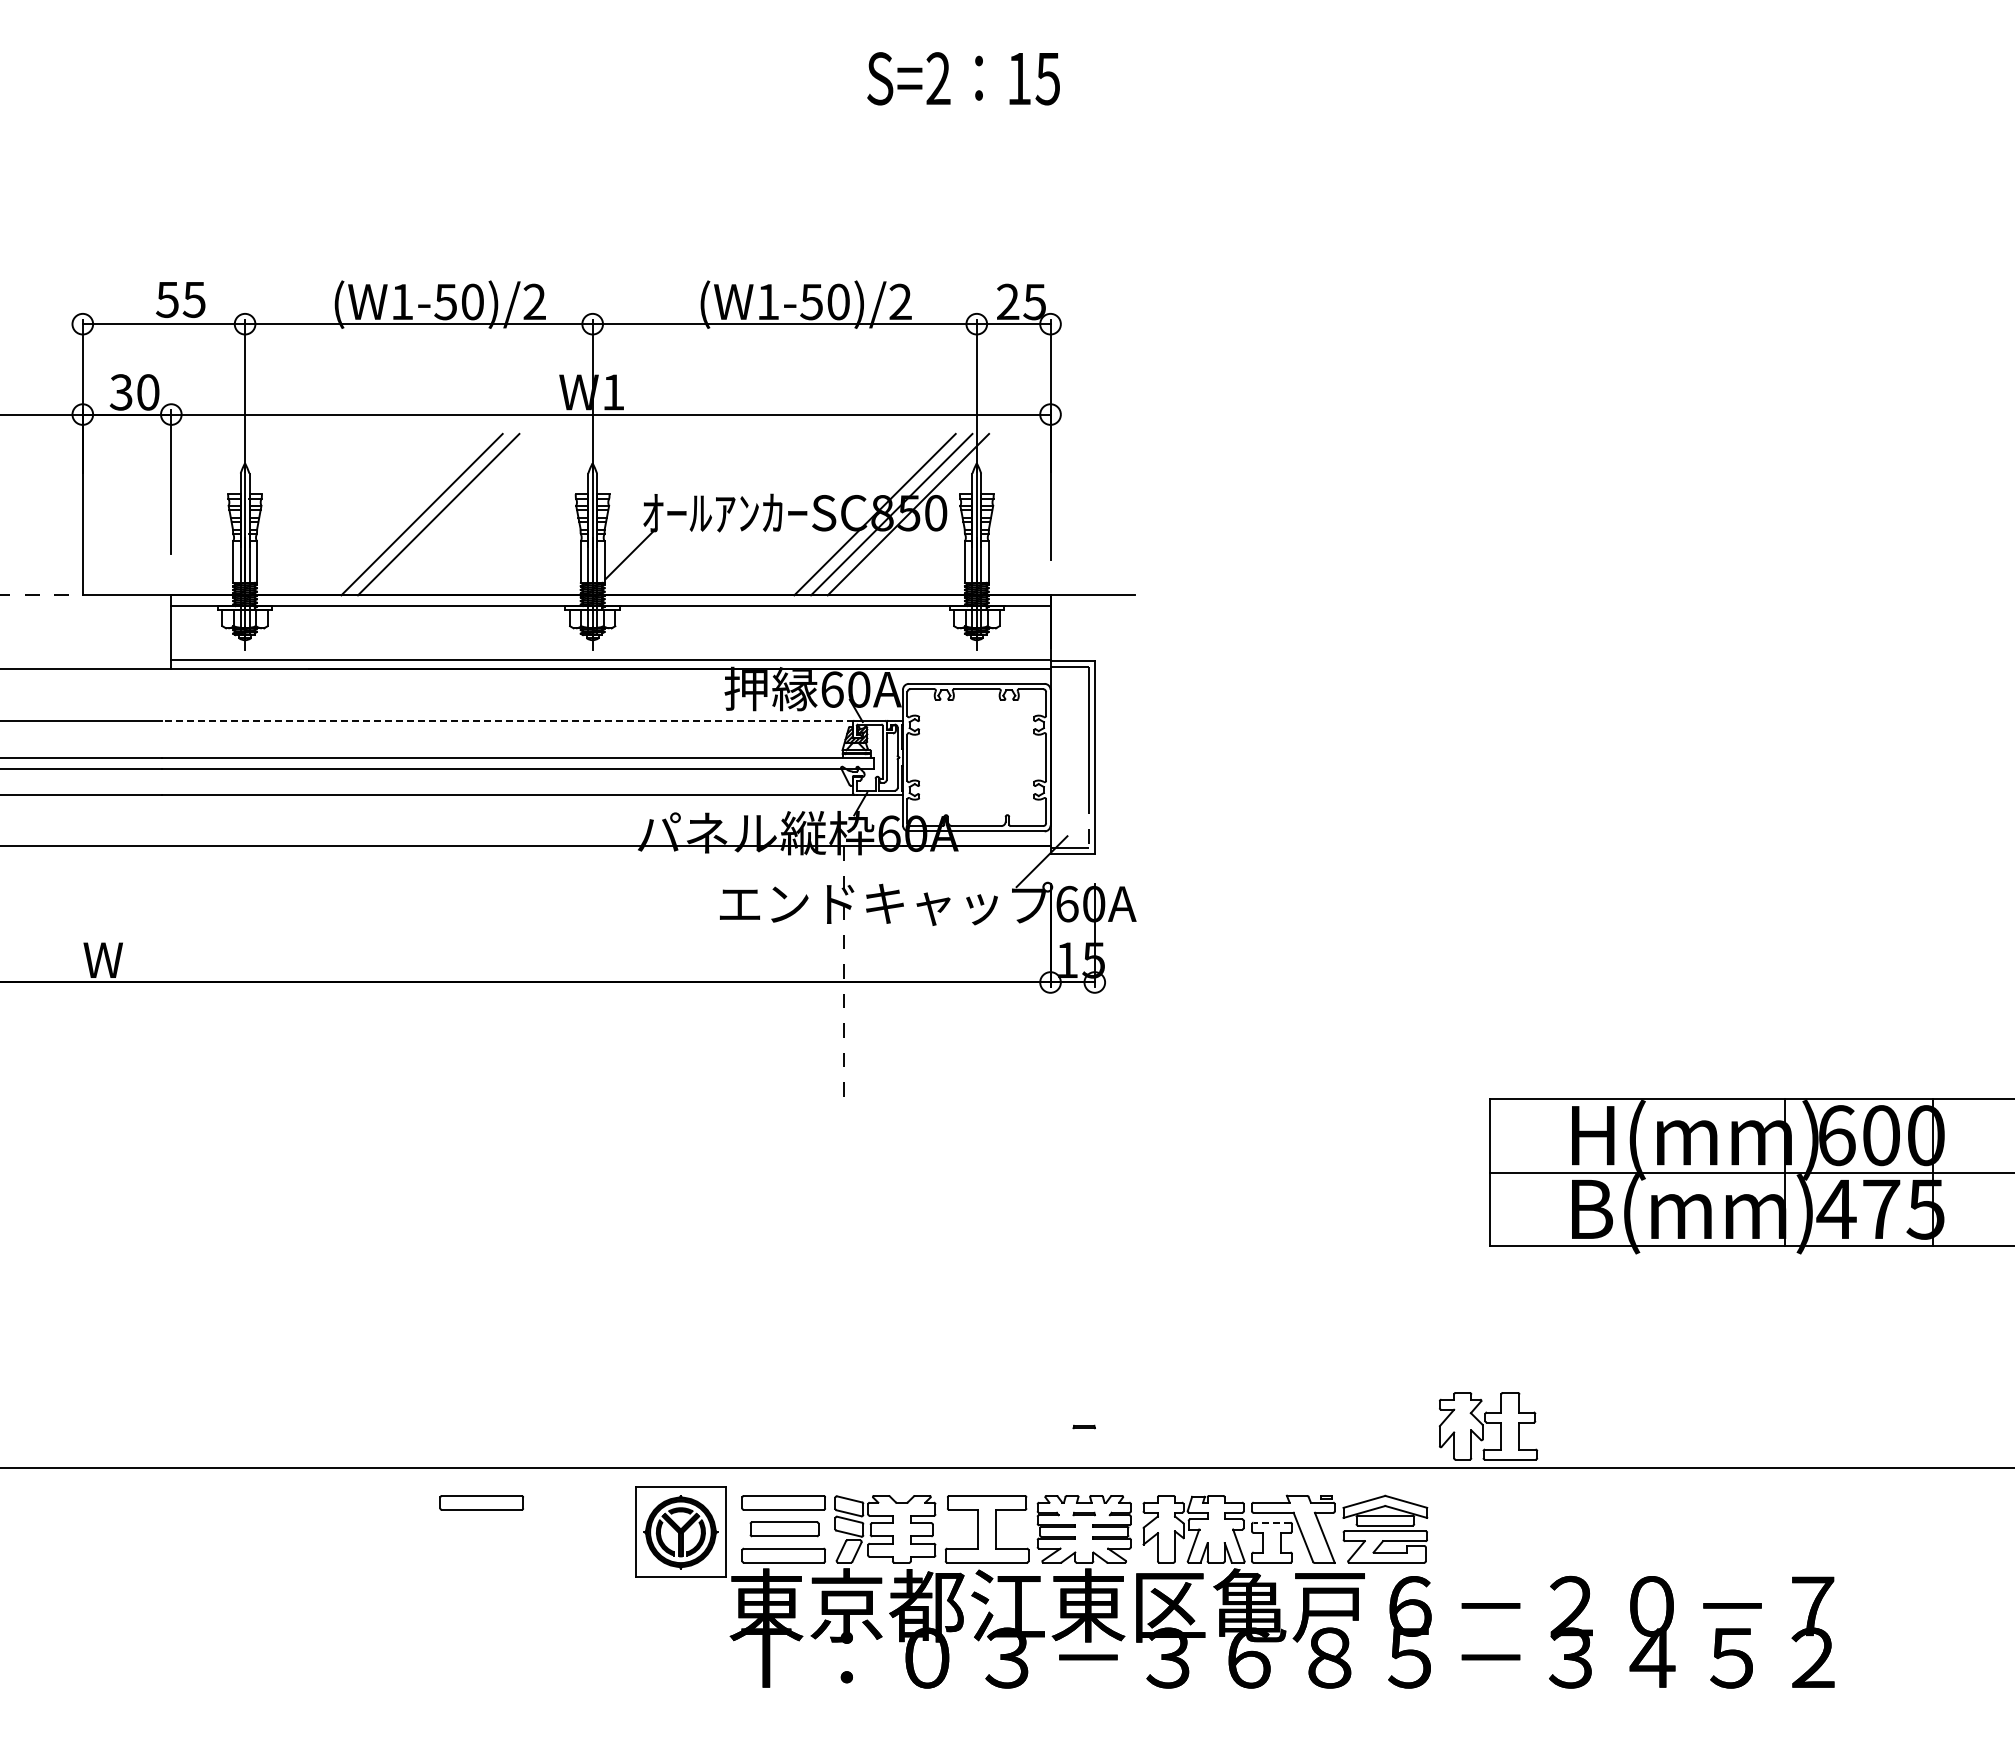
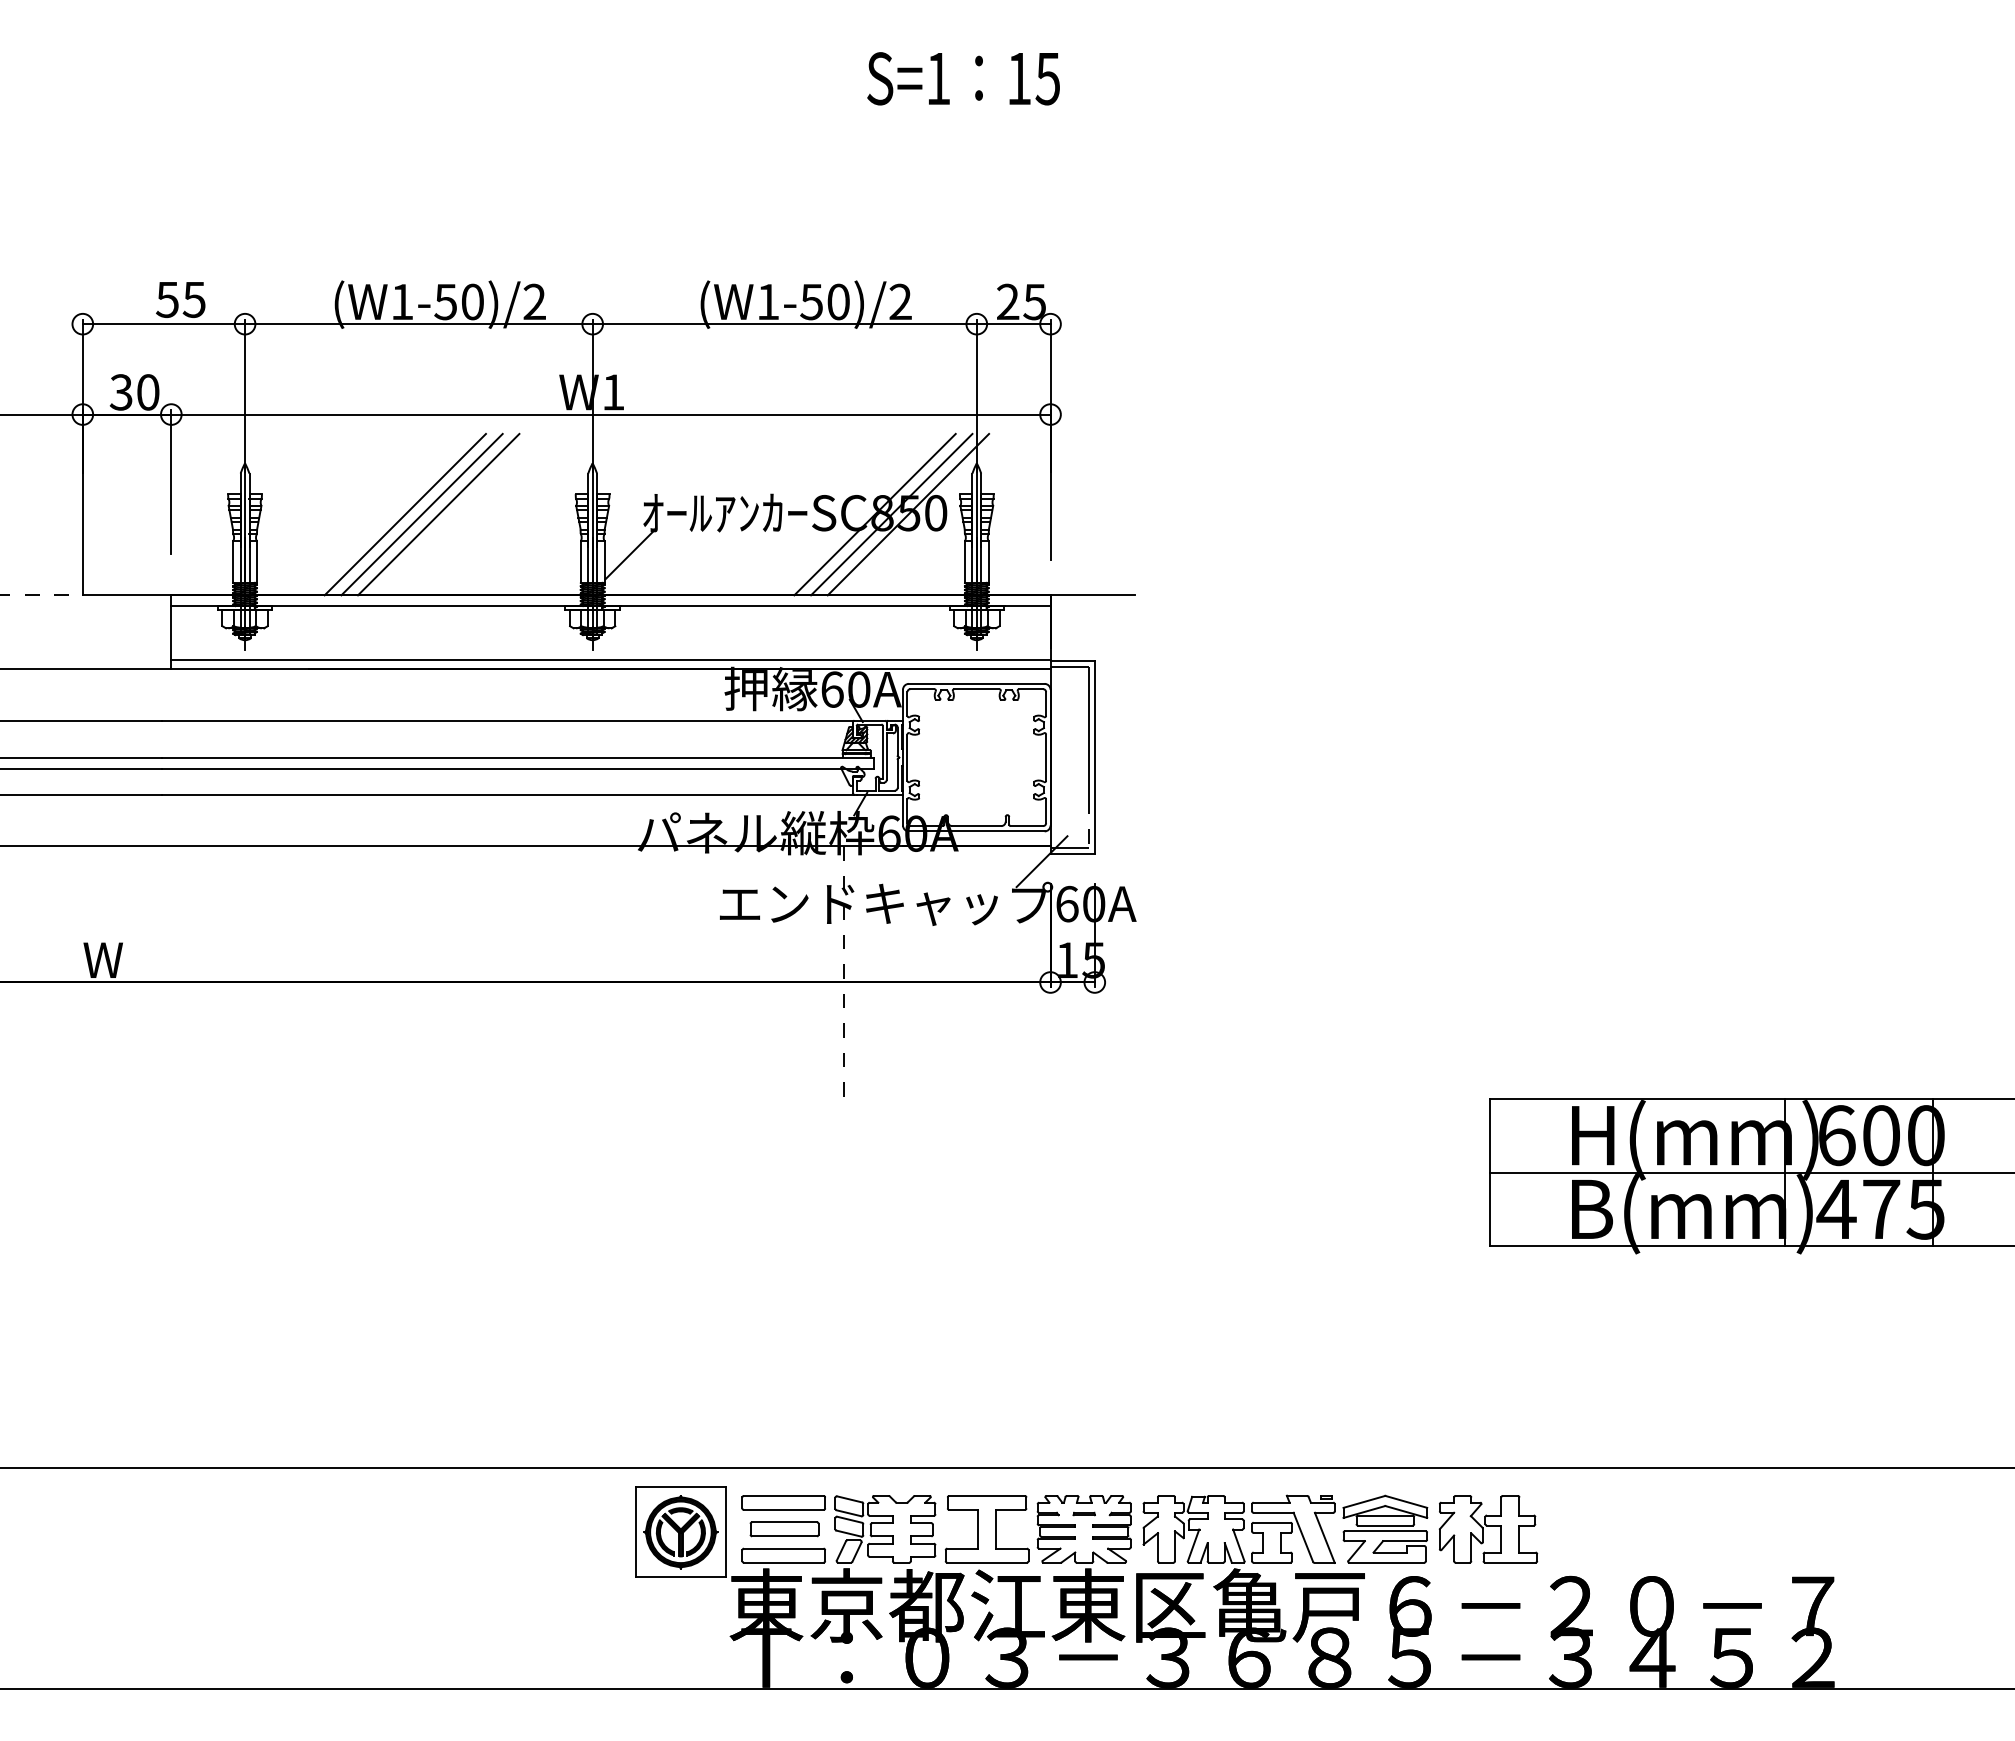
text at (938, 78): S=2 -> S=1
line at (404, 514): none -> present
line at (507, 720): dashed -> solid
part at (1083, 1426): present -> none
part at (1488, 1426) position: (1488, 1426) -> (1488, 1529)
part at (481, 1502): present -> none
line at (1271, 1522): dashed -> solid
line at (1006, 1688): none -> present
